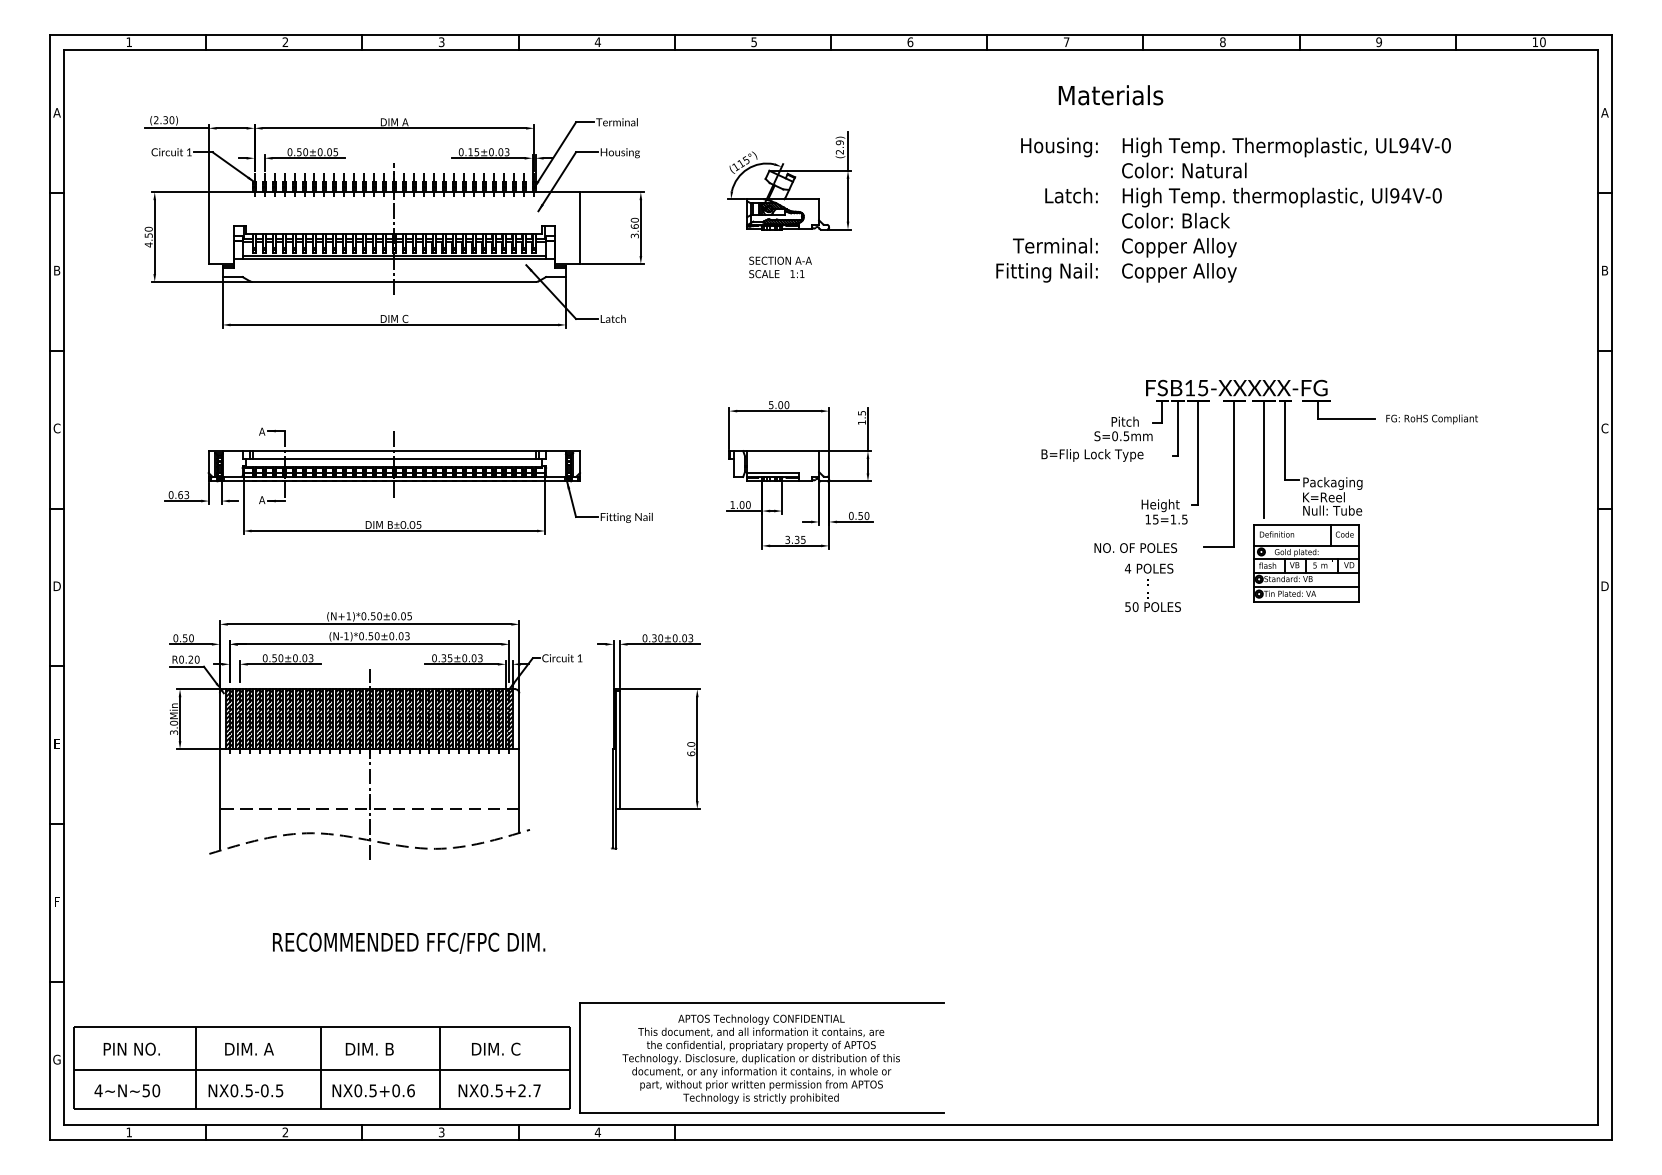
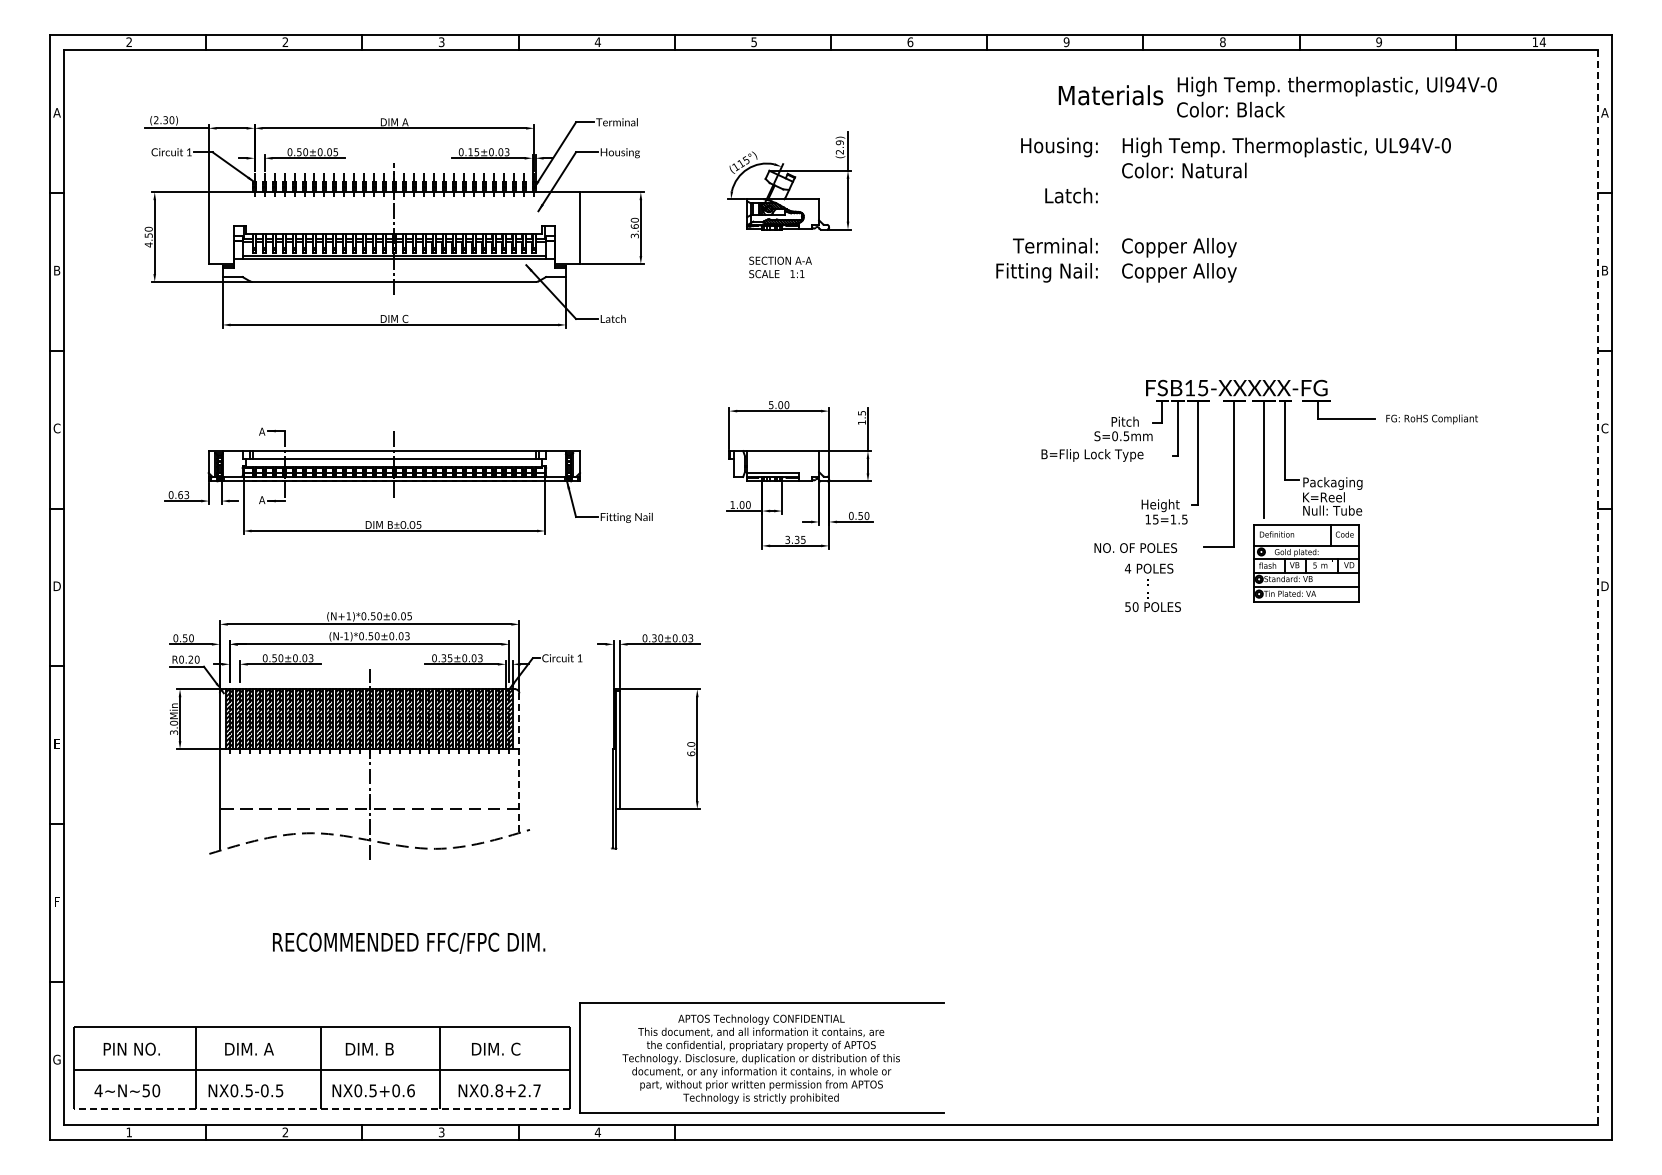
text at (128, 41): 1 -> 2
text at (1066, 42): 7 -> 9
text at (1542, 42): 10 -> 14
text at (1281, 207) position: (1281, 207) -> (1336, 96)
line at (1597, 587): solid -> dashed
line at (519, 763): solid -> dashed
text at (499, 1090): NX0.5+2.7 -> NX0.8+2.7
line at (322, 1109): solid -> dashed
